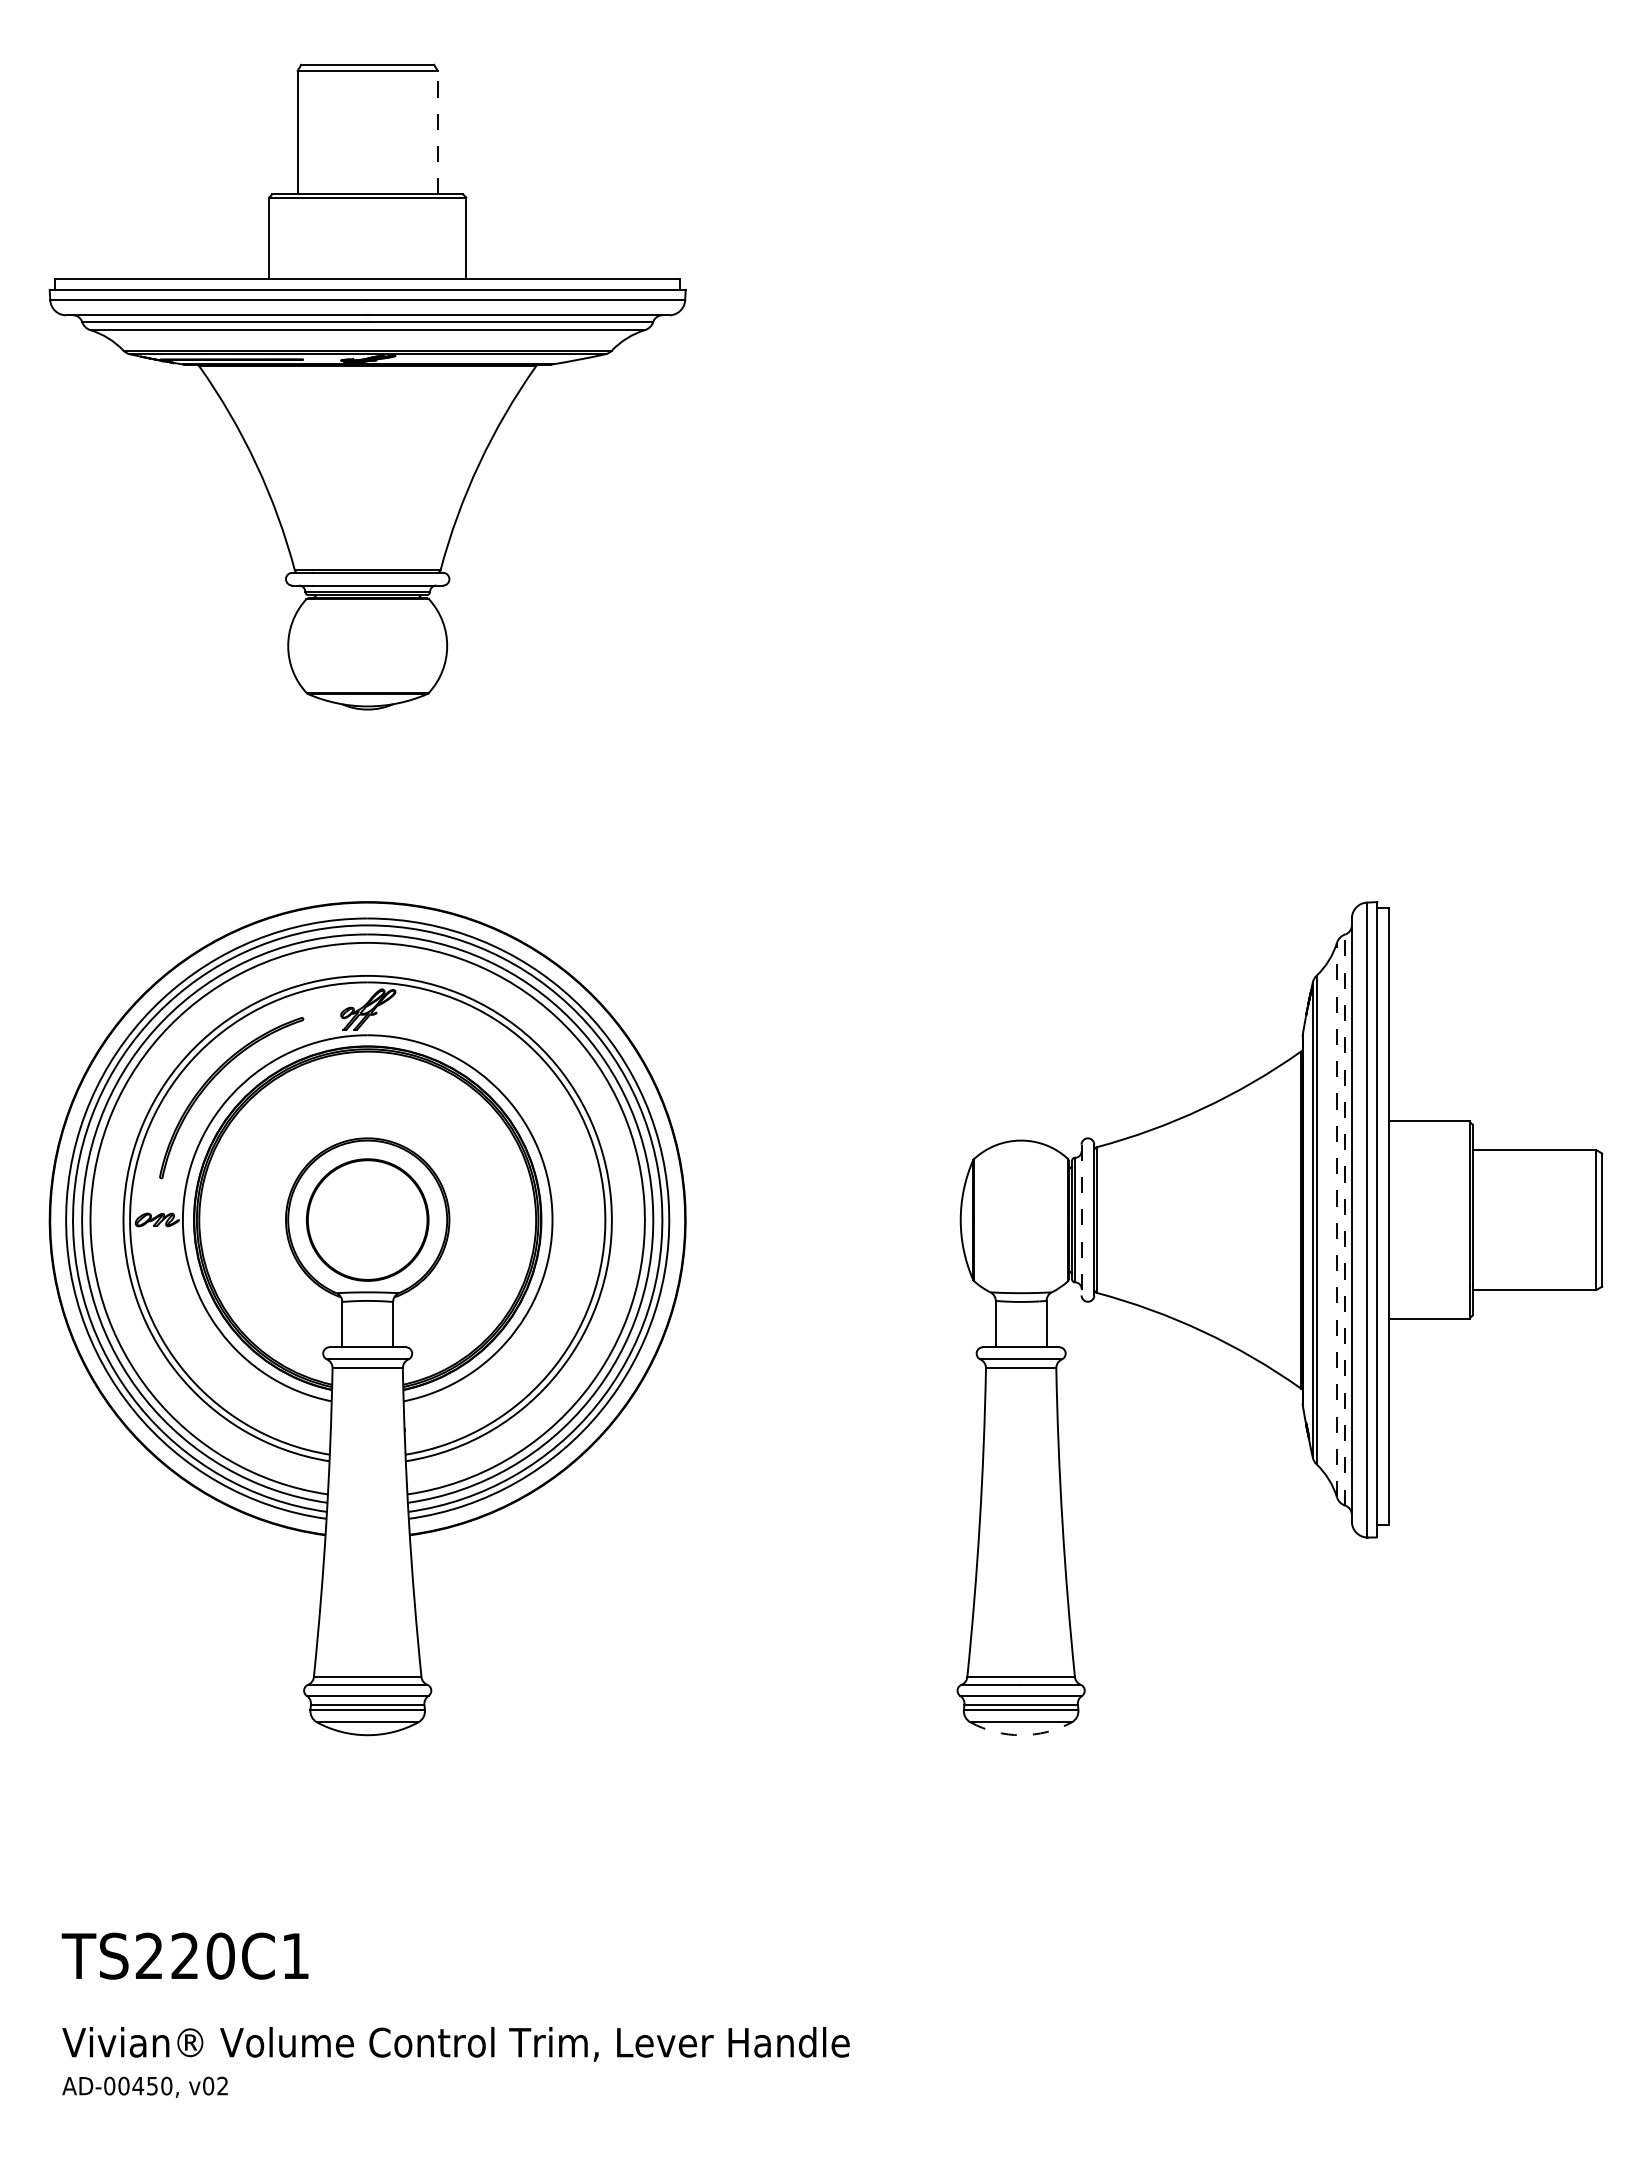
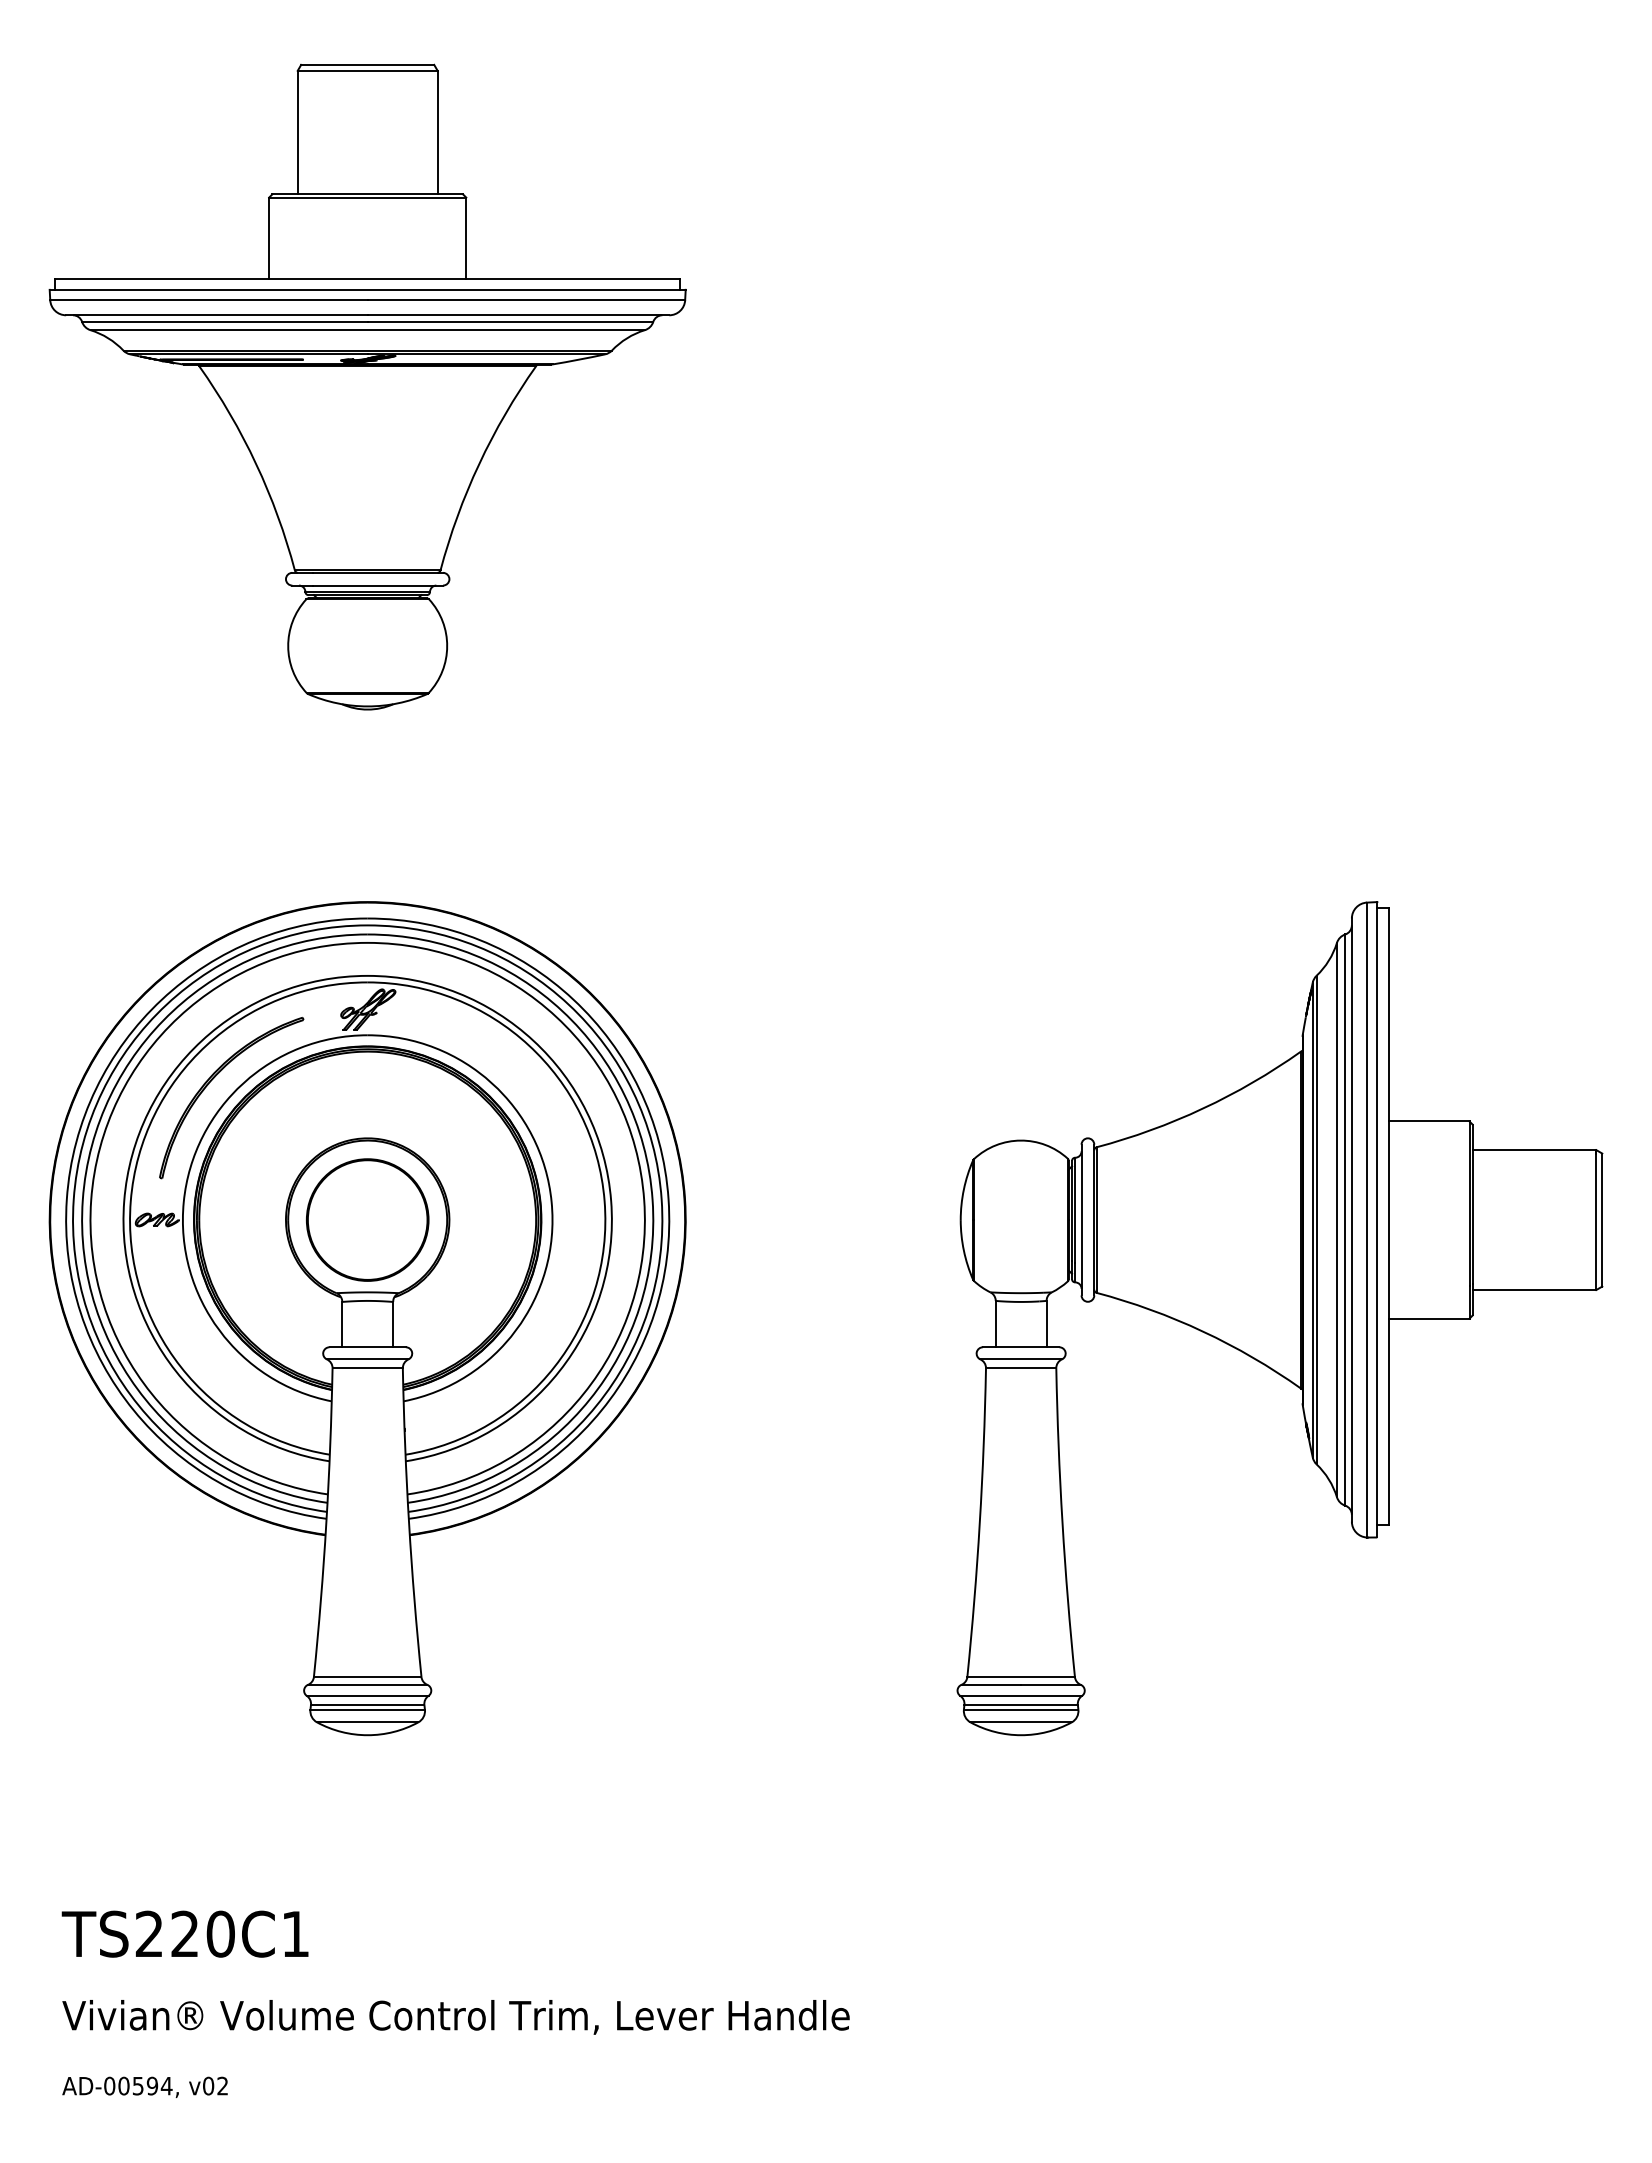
line at (437, 132): dashed -> solid
line at (1336, 1219): dashed -> solid
line at (1081, 1220): dashed -> solid
line at (1345, 1220): dashed -> solid
arc at (1021, 1735): dashed -> solid
text at (184, 1955) position: (184, 1955) -> (184, 1933)
text at (455, 2044) position: (455, 2044) -> (455, 2017)
text at (152, 2085): AD-00450, -> AD-00594,
